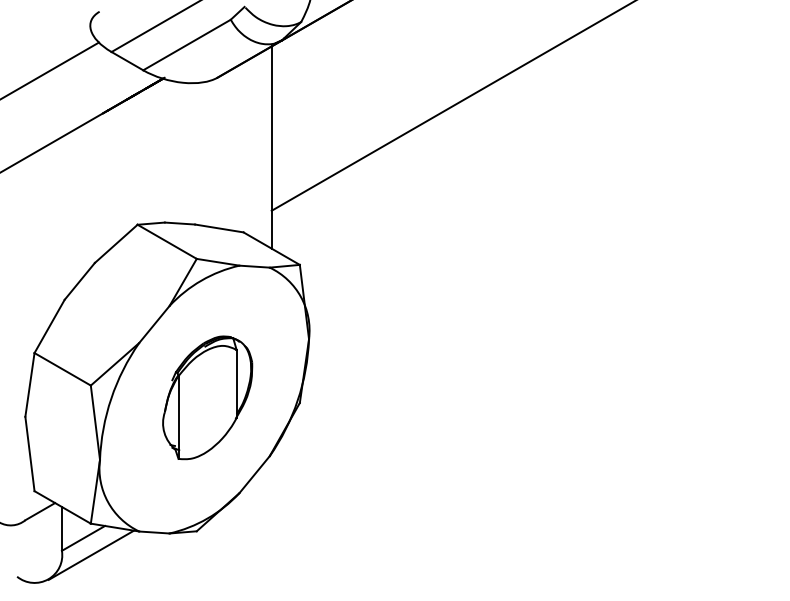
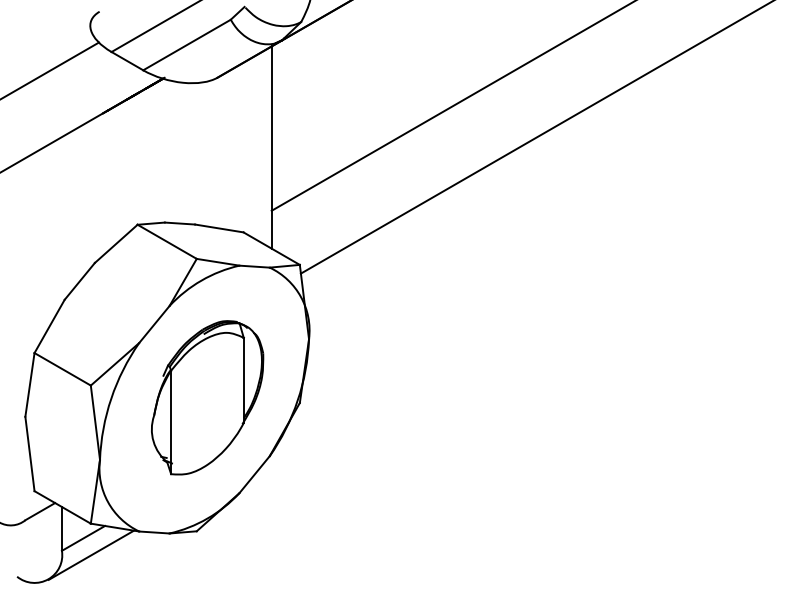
line at (535, 137): none -> present
part at (207, 397) size: 92x126 px -> 114x156 px
